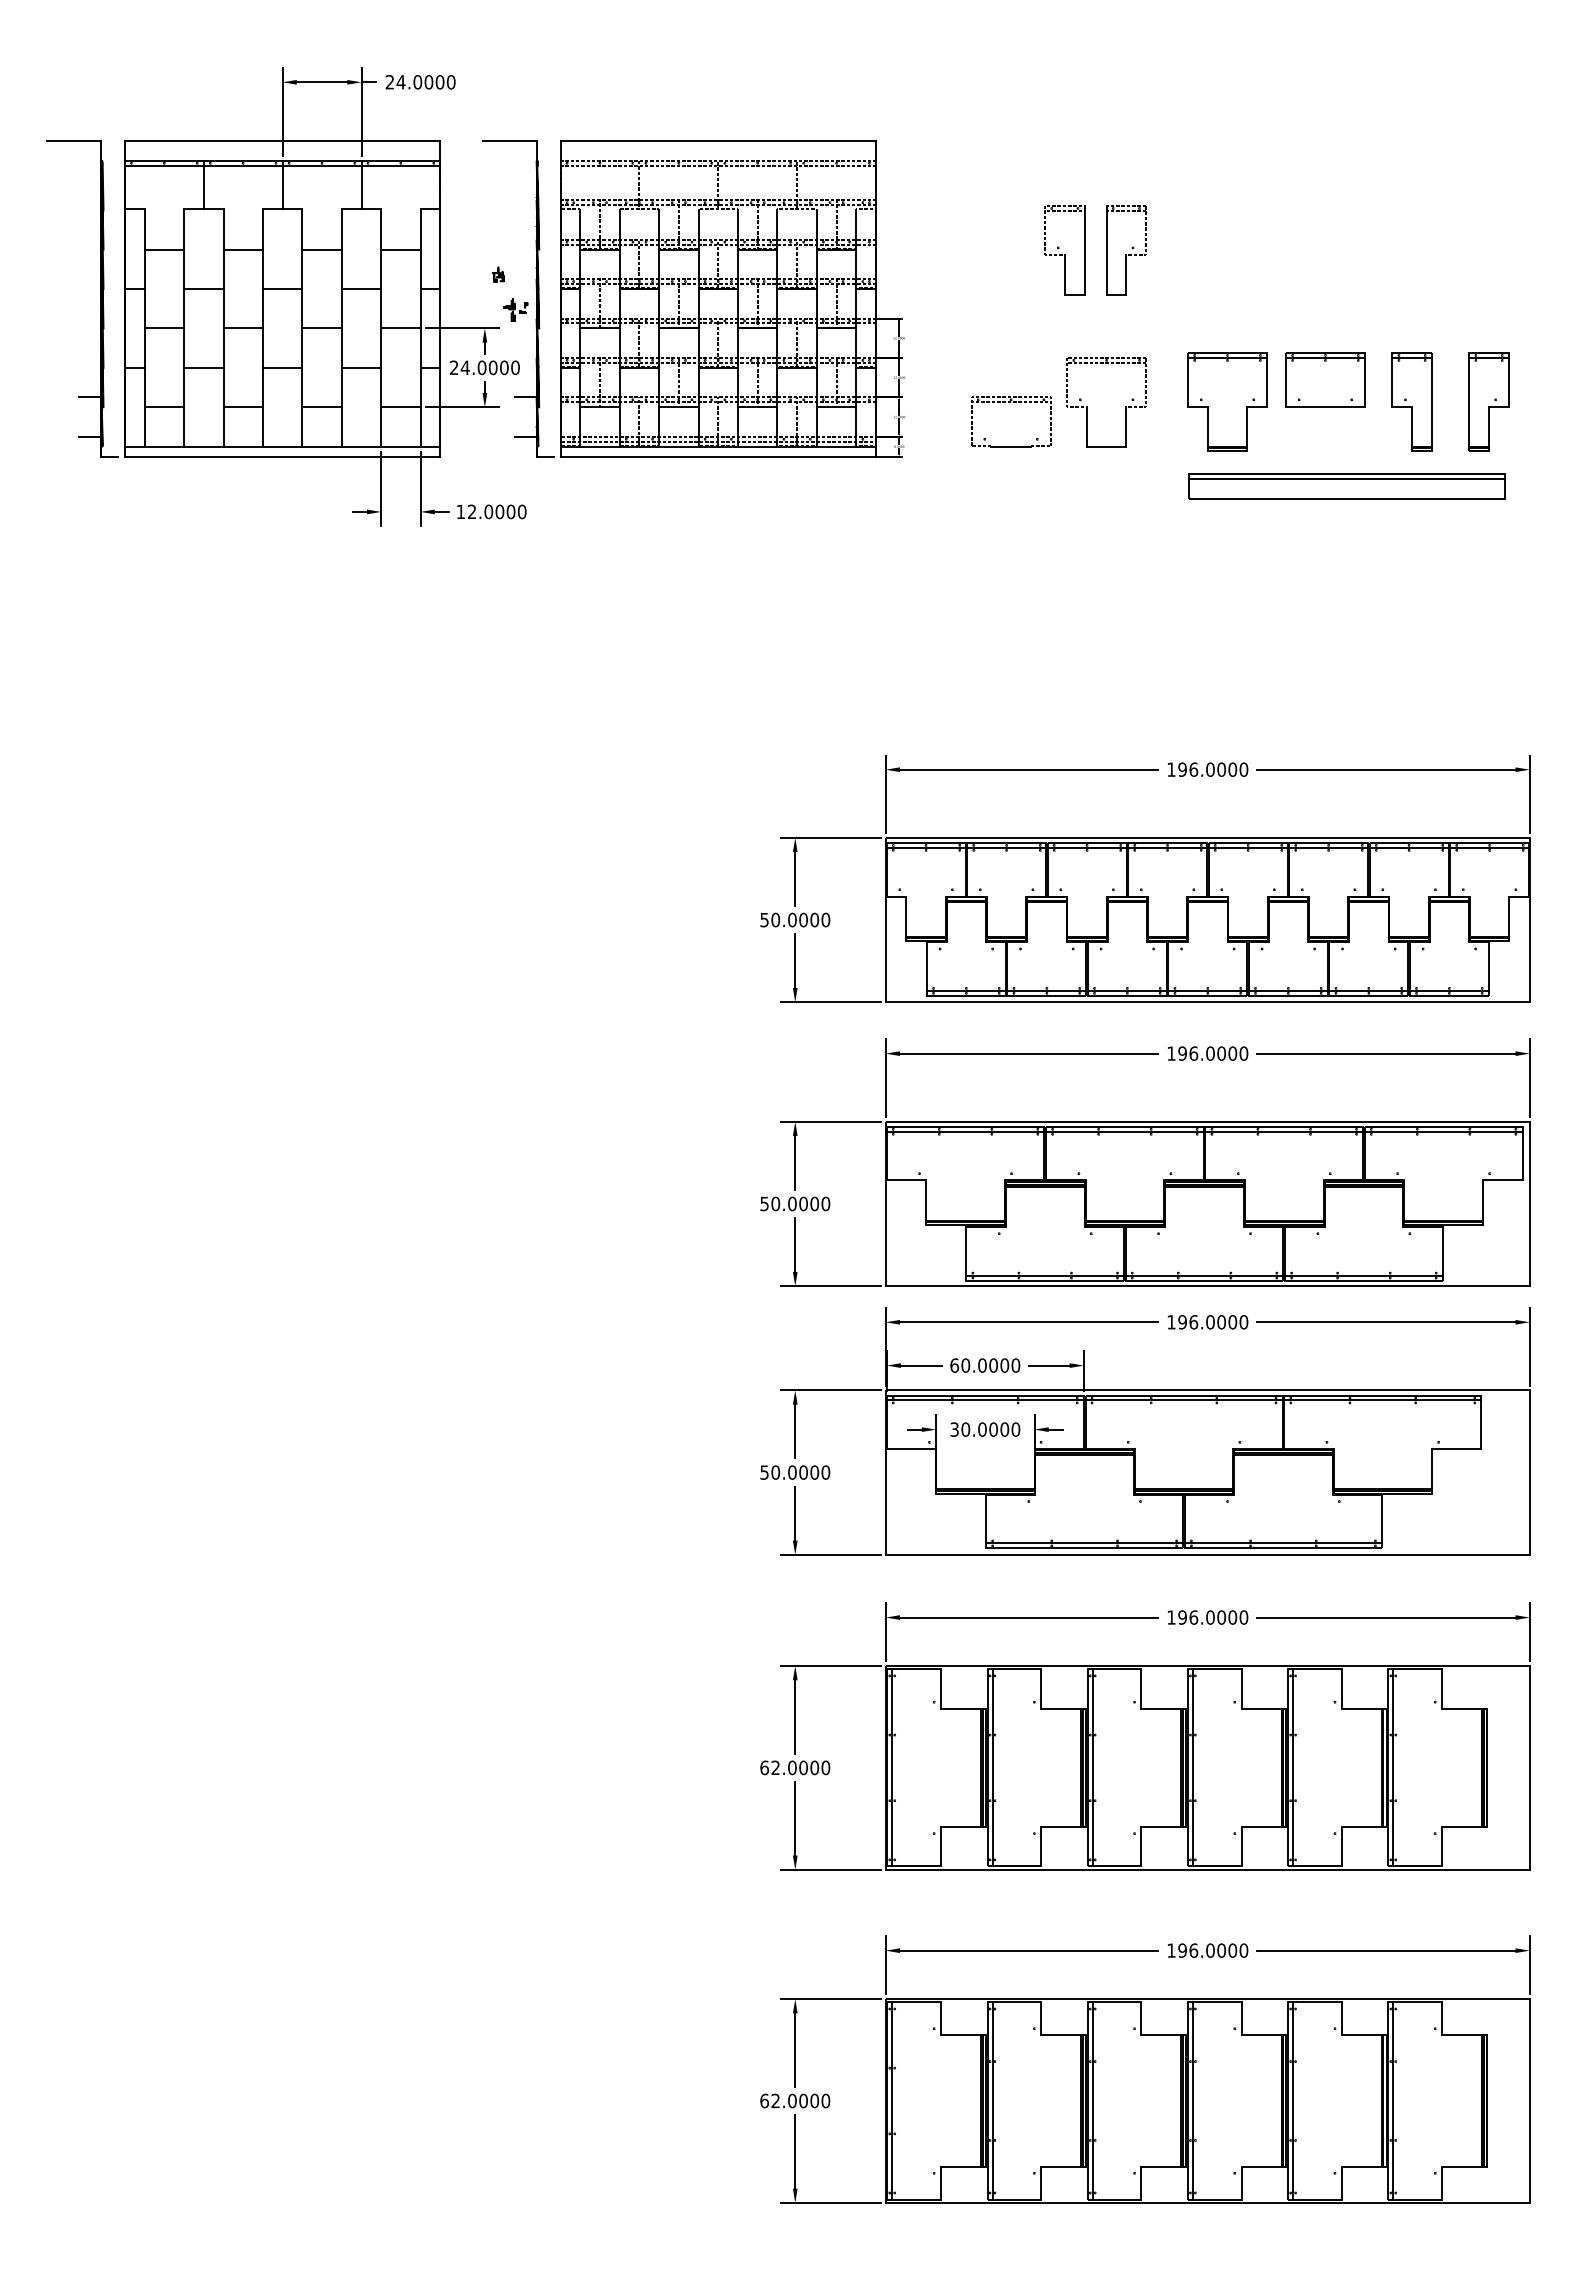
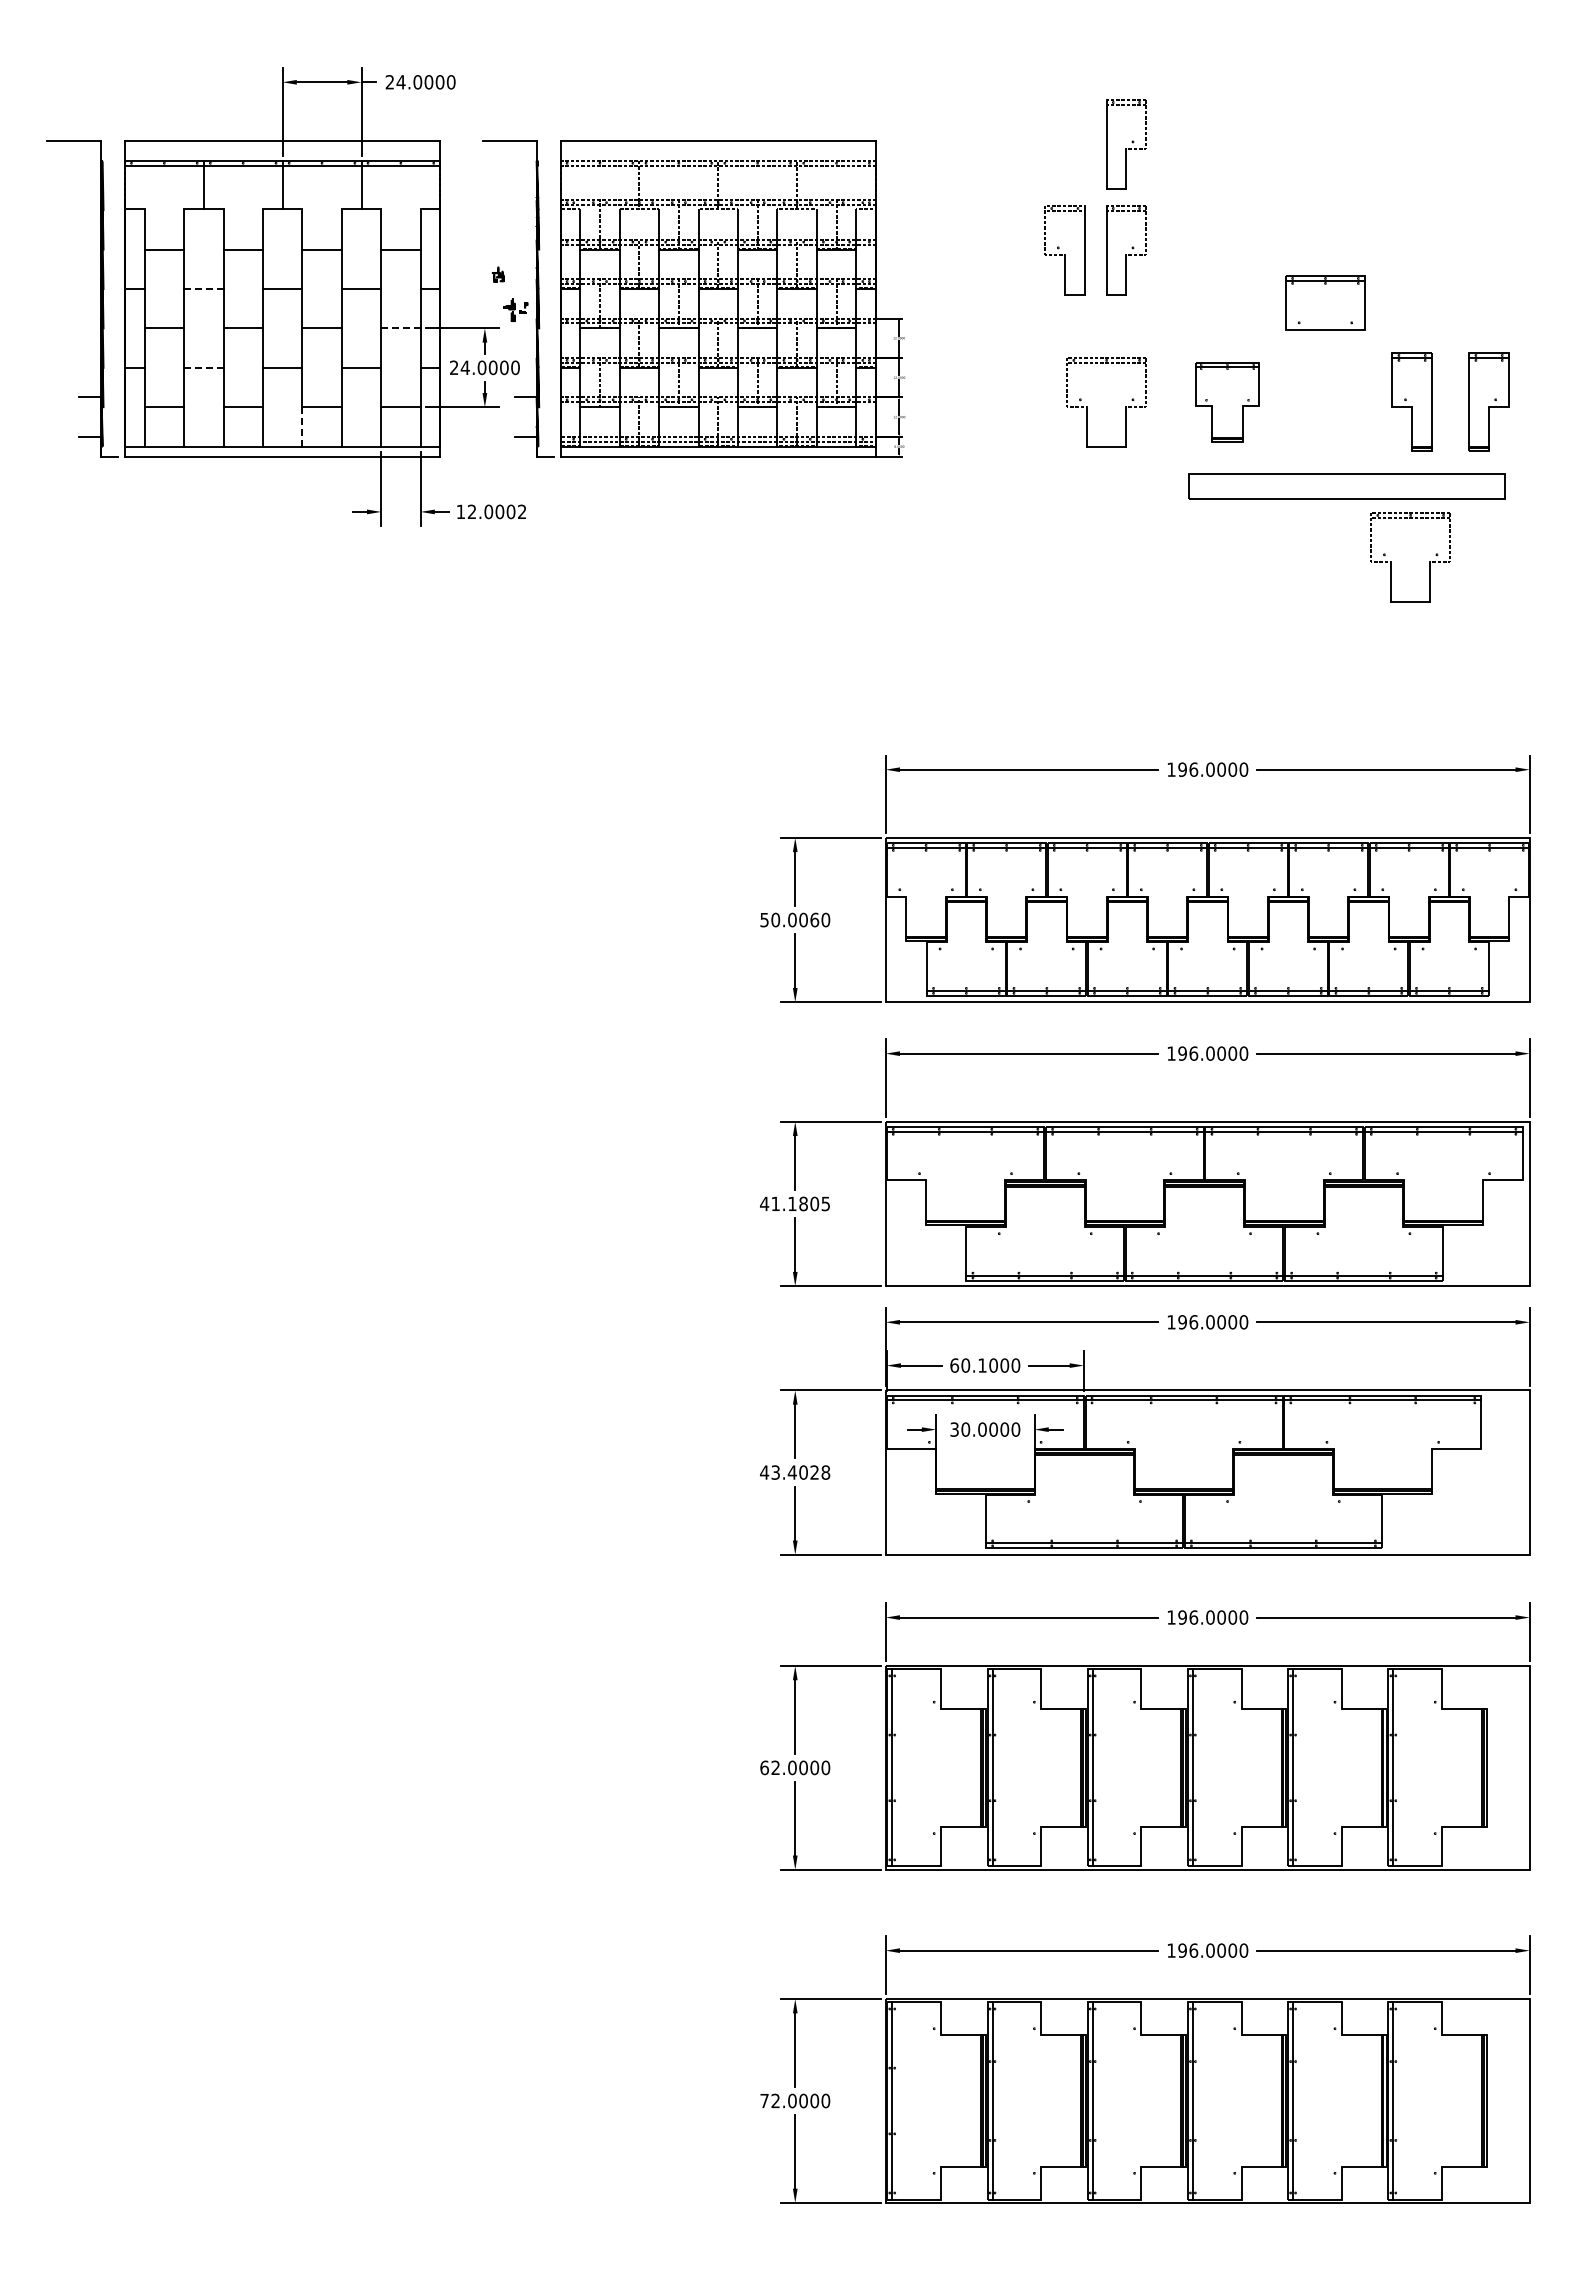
part at (1126, 144): none -> present
line at (203, 288): solid -> dashed
line at (400, 328): solid -> dashed
line at (203, 367): solid -> dashed
part at (1325, 379) position: (1325, 379) -> (1325, 302)
part at (1227, 401) size: 81x100 px -> 65x81 px
part at (1010, 402): present -> none
line at (302, 426): solid -> dashed
line at (1346, 479): present -> none
text at (521, 511): 12.0000 -> 12.0002
part at (1391, 561): none -> present
text at (814, 919): 50.0000 -> 50.0060
text at (795, 1203): 50.0000 -> 41.1805
text at (982, 1365): 60.0000 -> 60.1000
text at (795, 1472): 50.0000 -> 43.4028
text at (764, 2100): 62.0000 -> 72.0000
